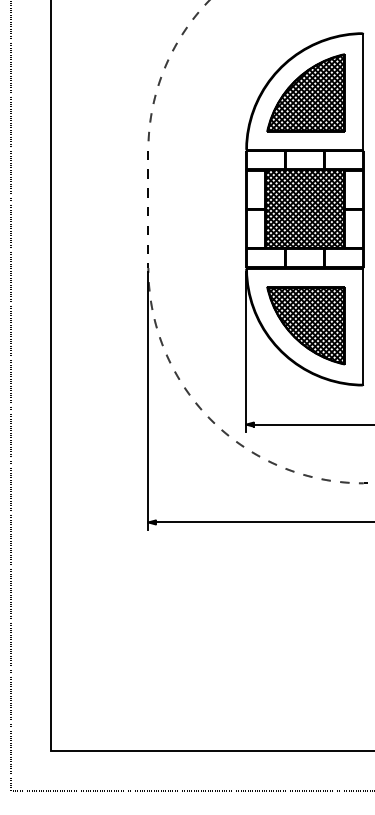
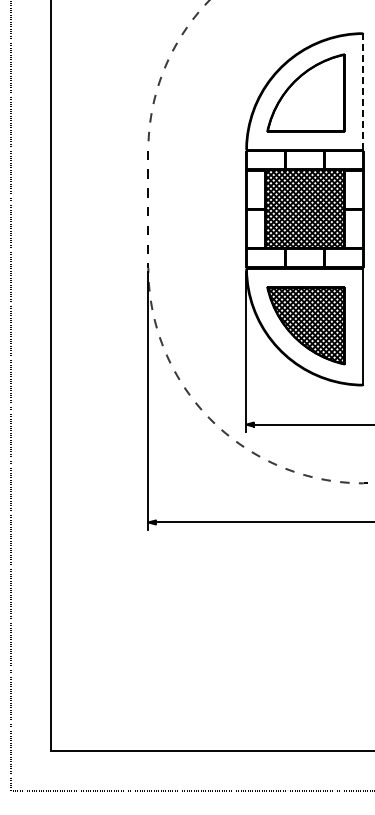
line at (362, 91): solid -> dashed
hatch at (306, 93): present -> none
